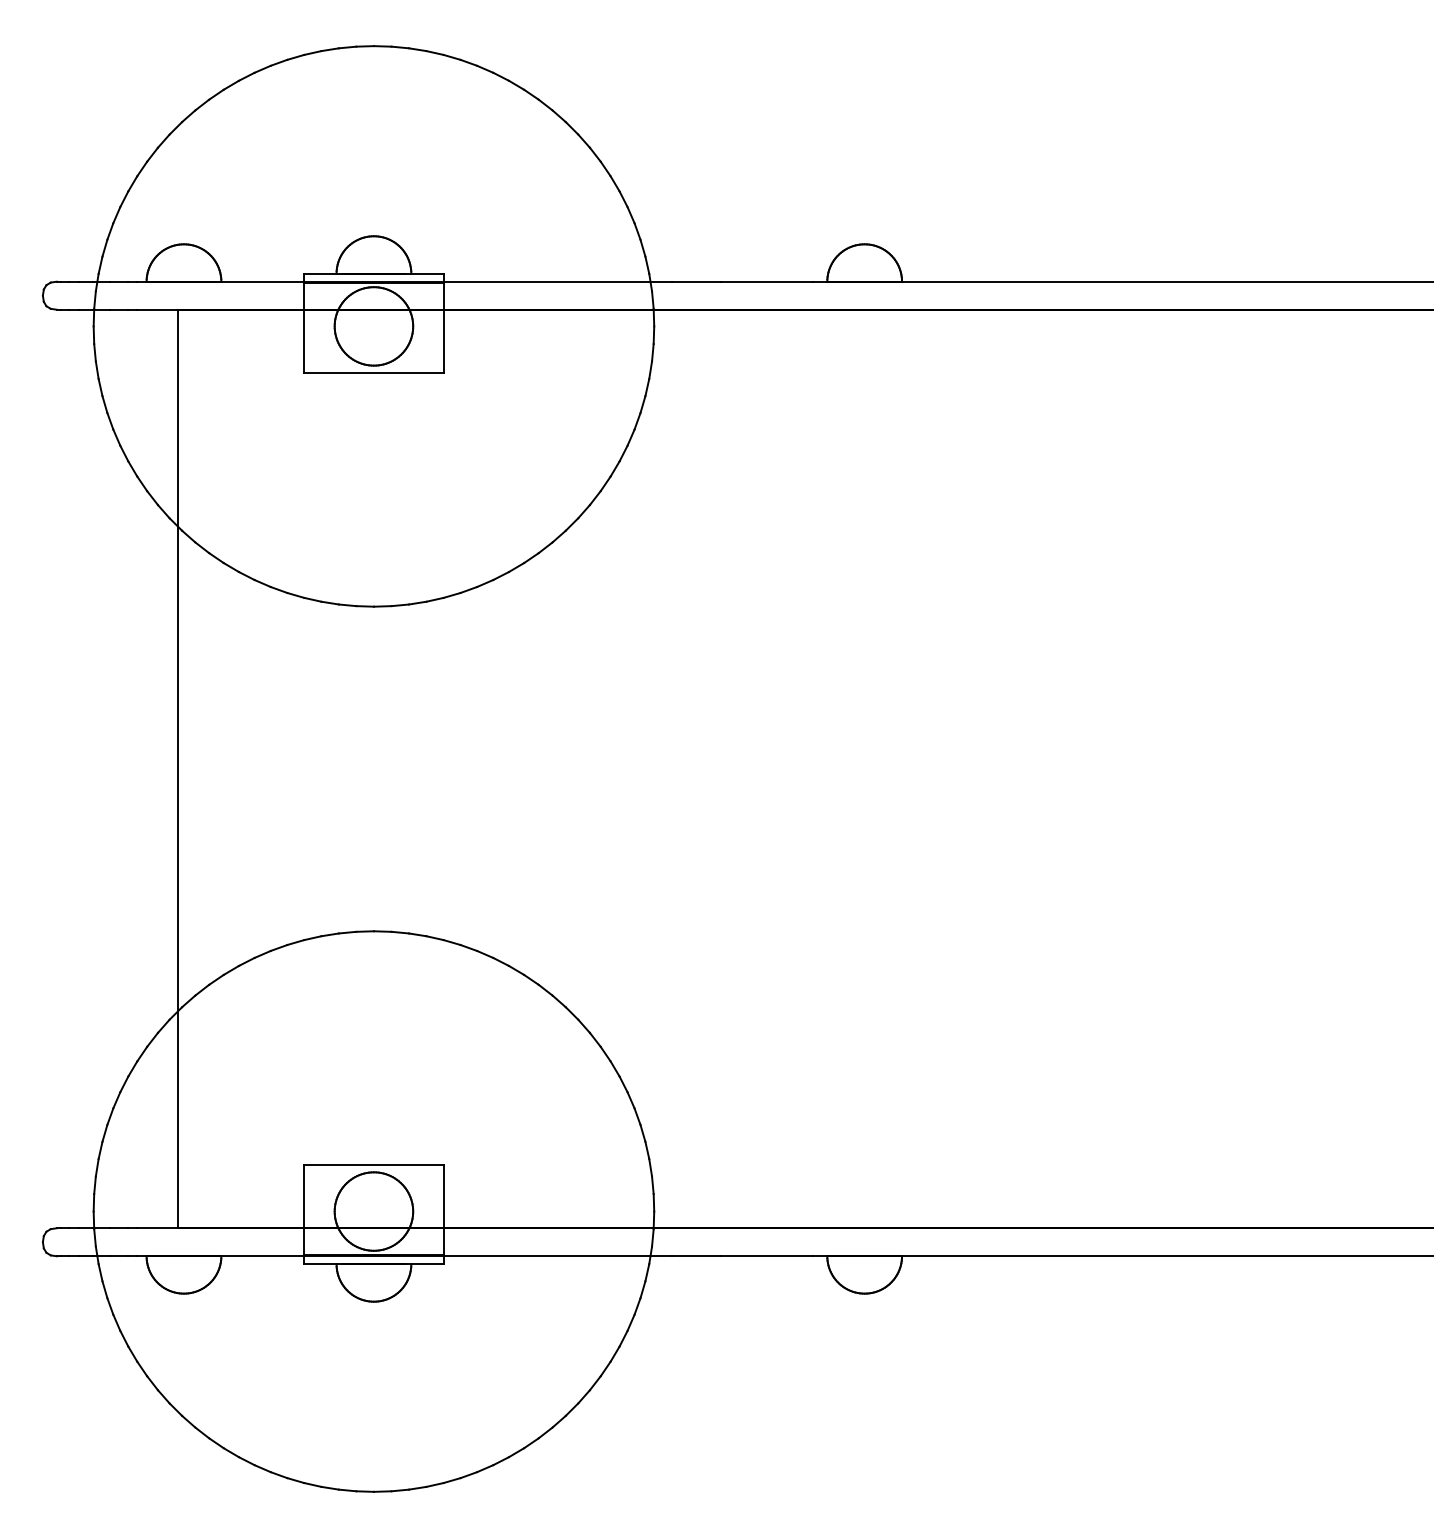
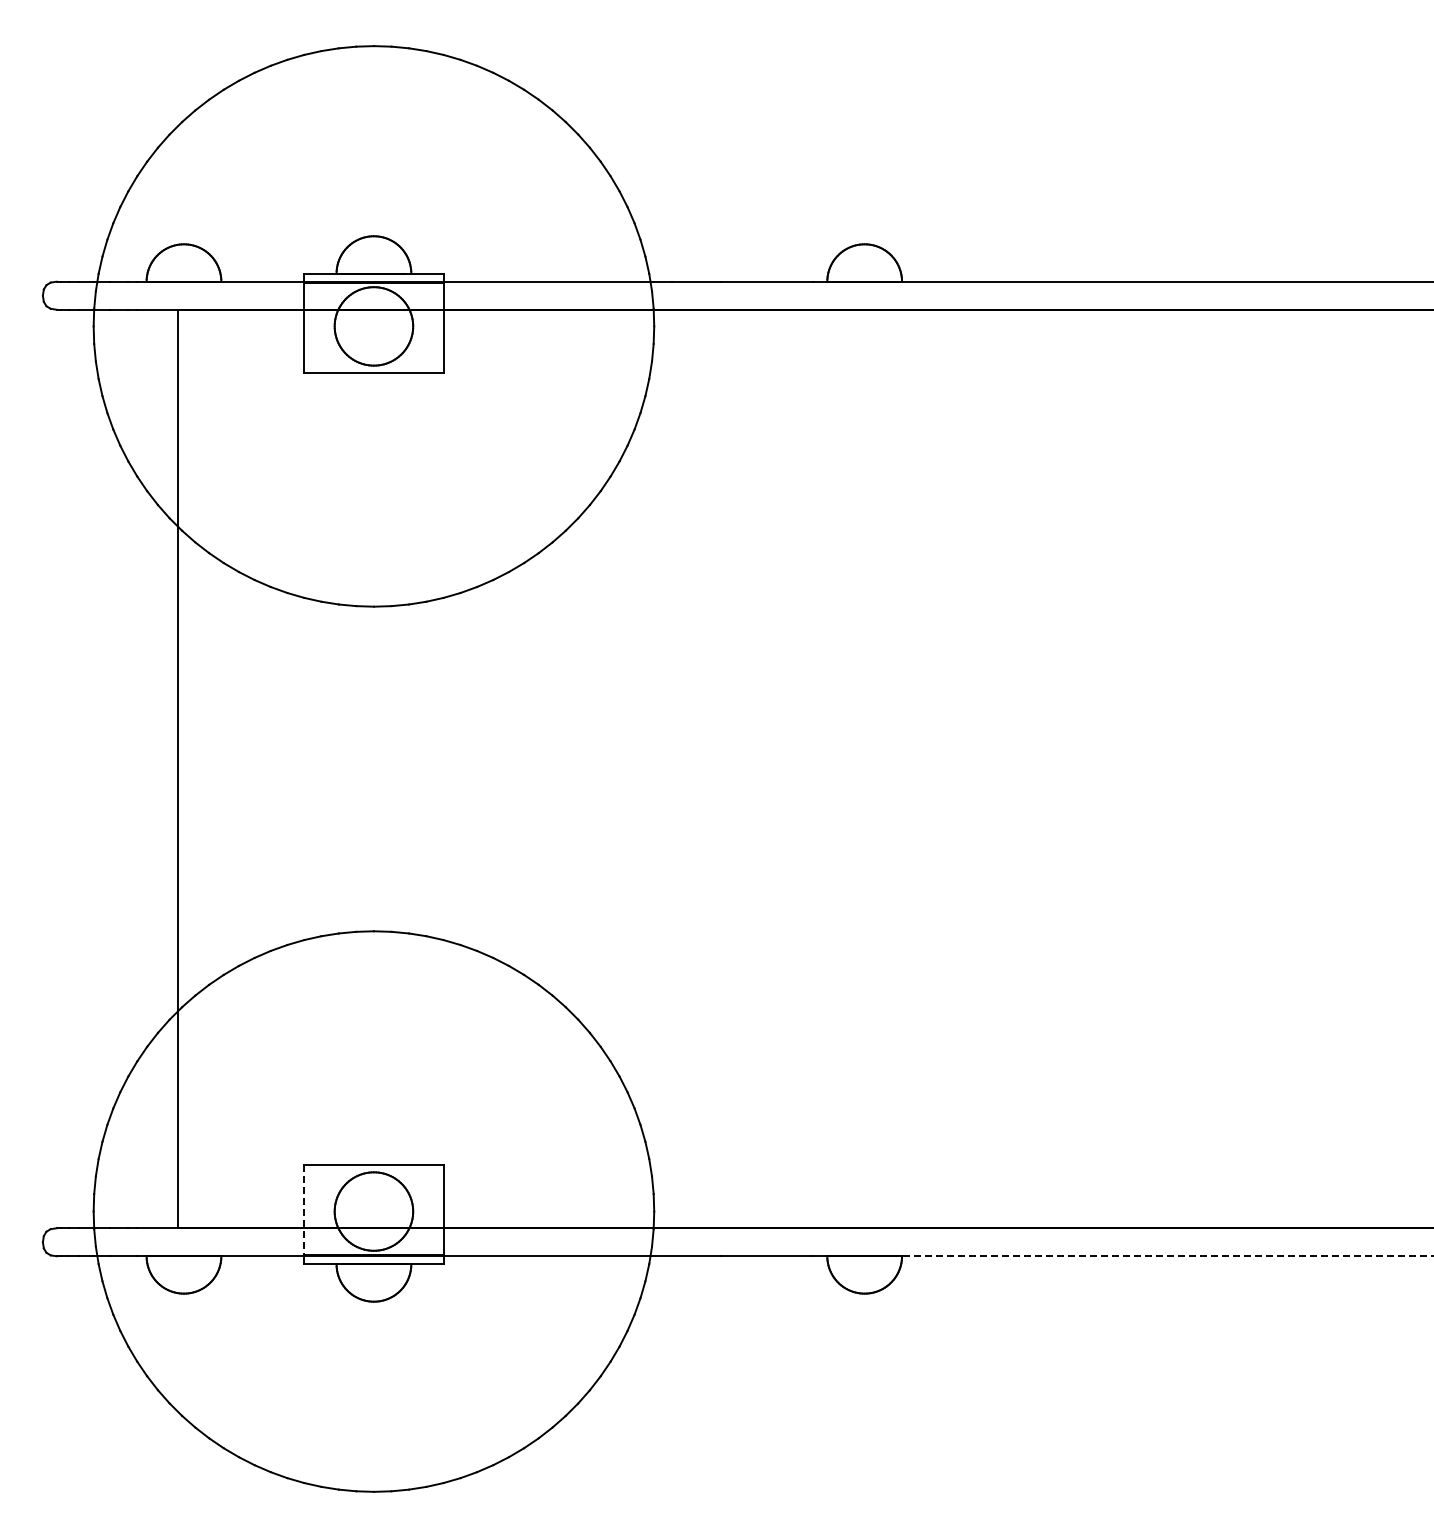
line at (303, 1210): solid -> dashed
line at (1136, 1256): solid -> dashed
